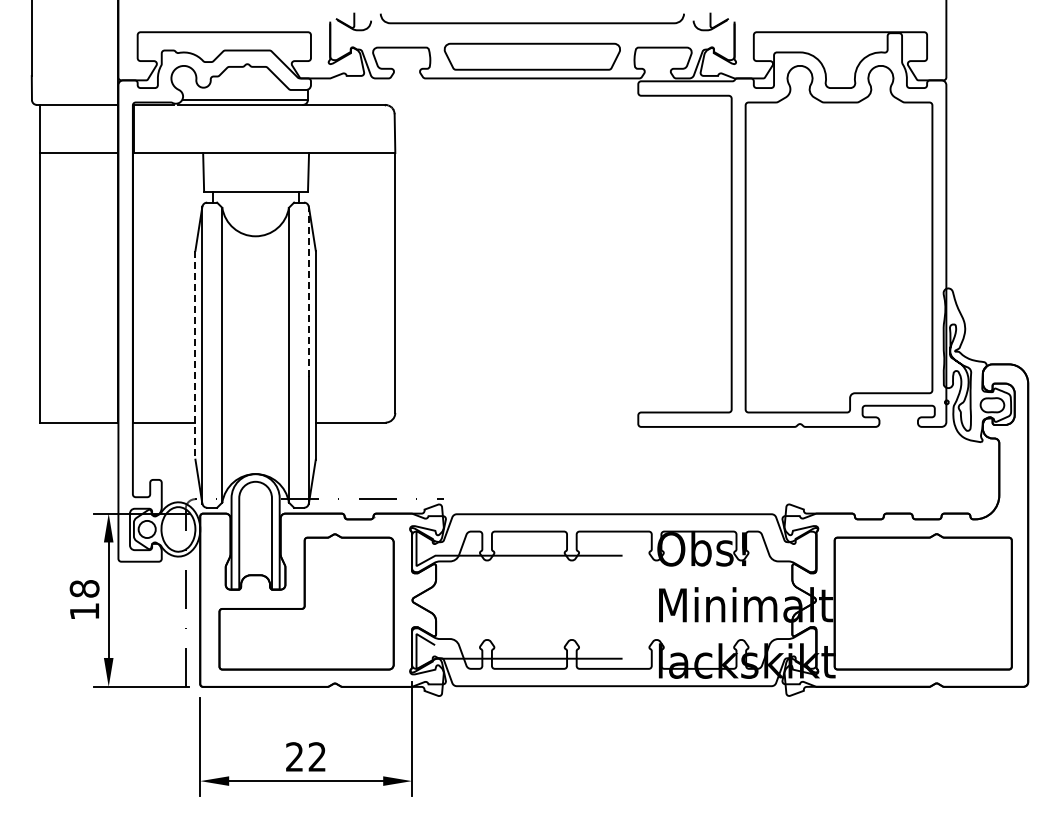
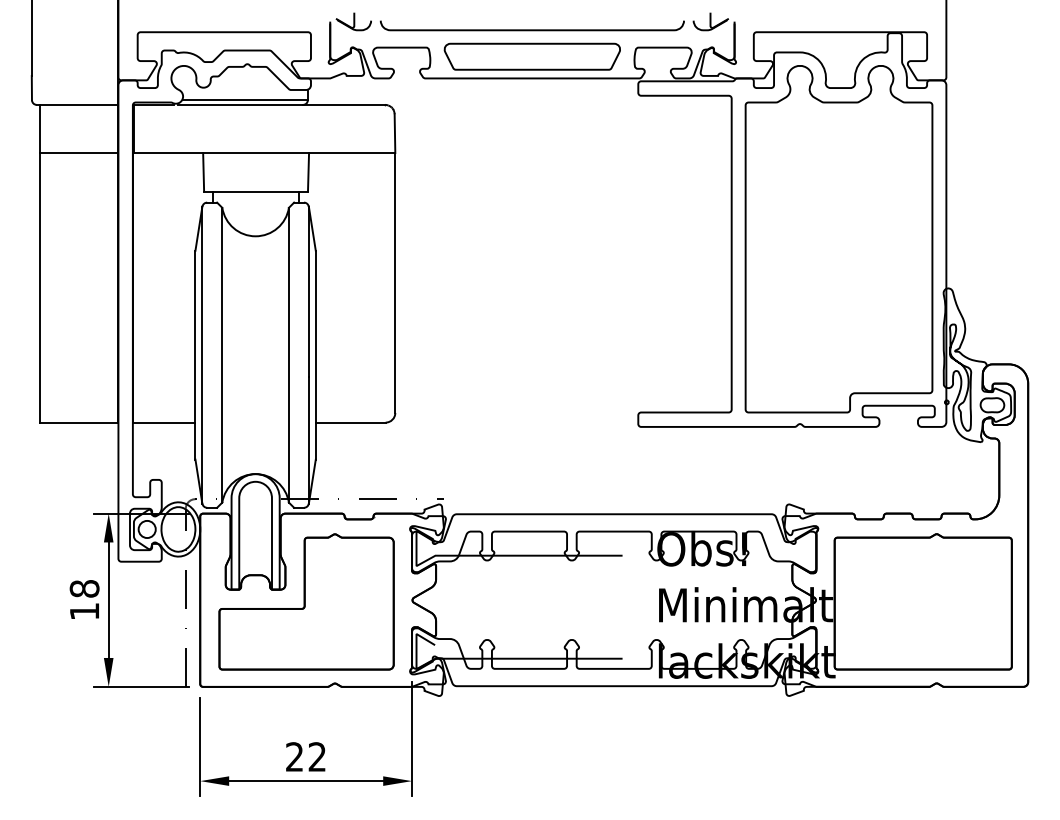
curve at (531, 22) position: (531, 22) -> (531, 29)
line at (308, 291): dashed -> solid
line at (195, 355): dashed -> solid
